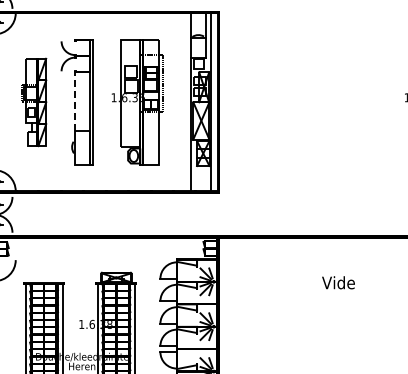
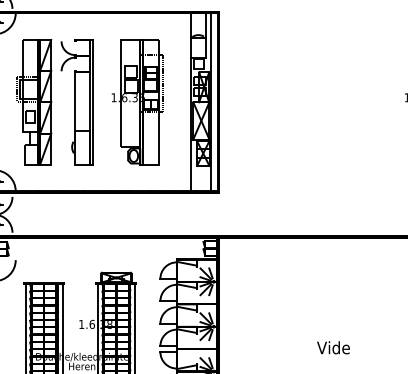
line at (75, 101): dashed -> solid
part at (34, 102) size: 27x91 px -> 37x127 px
text at (338, 282) position: (338, 282) -> (333, 347)
